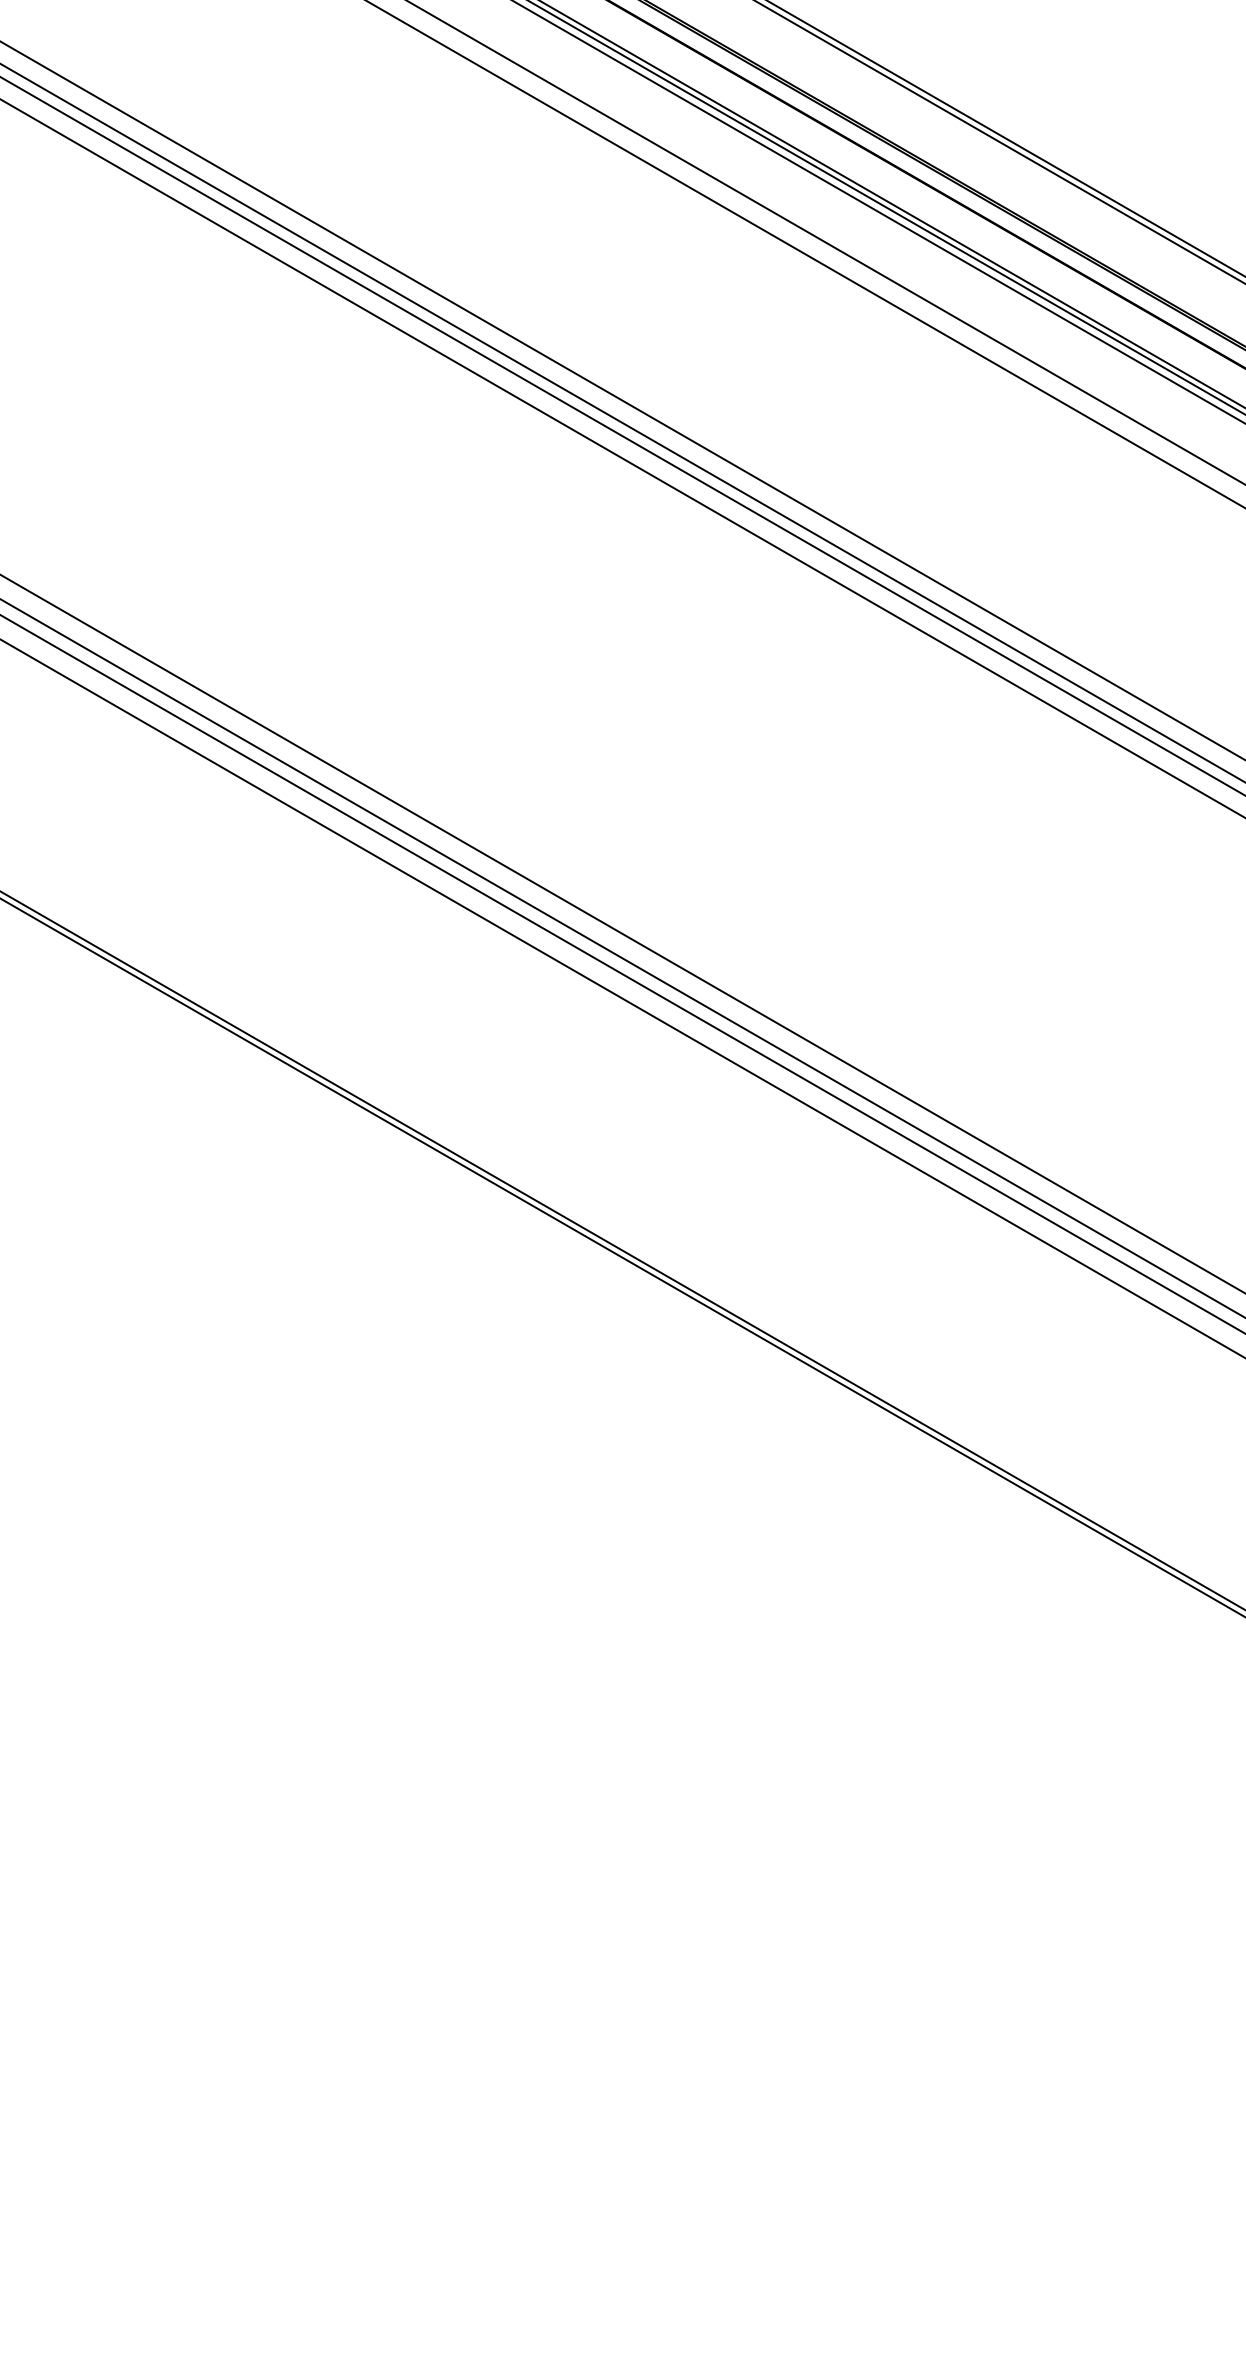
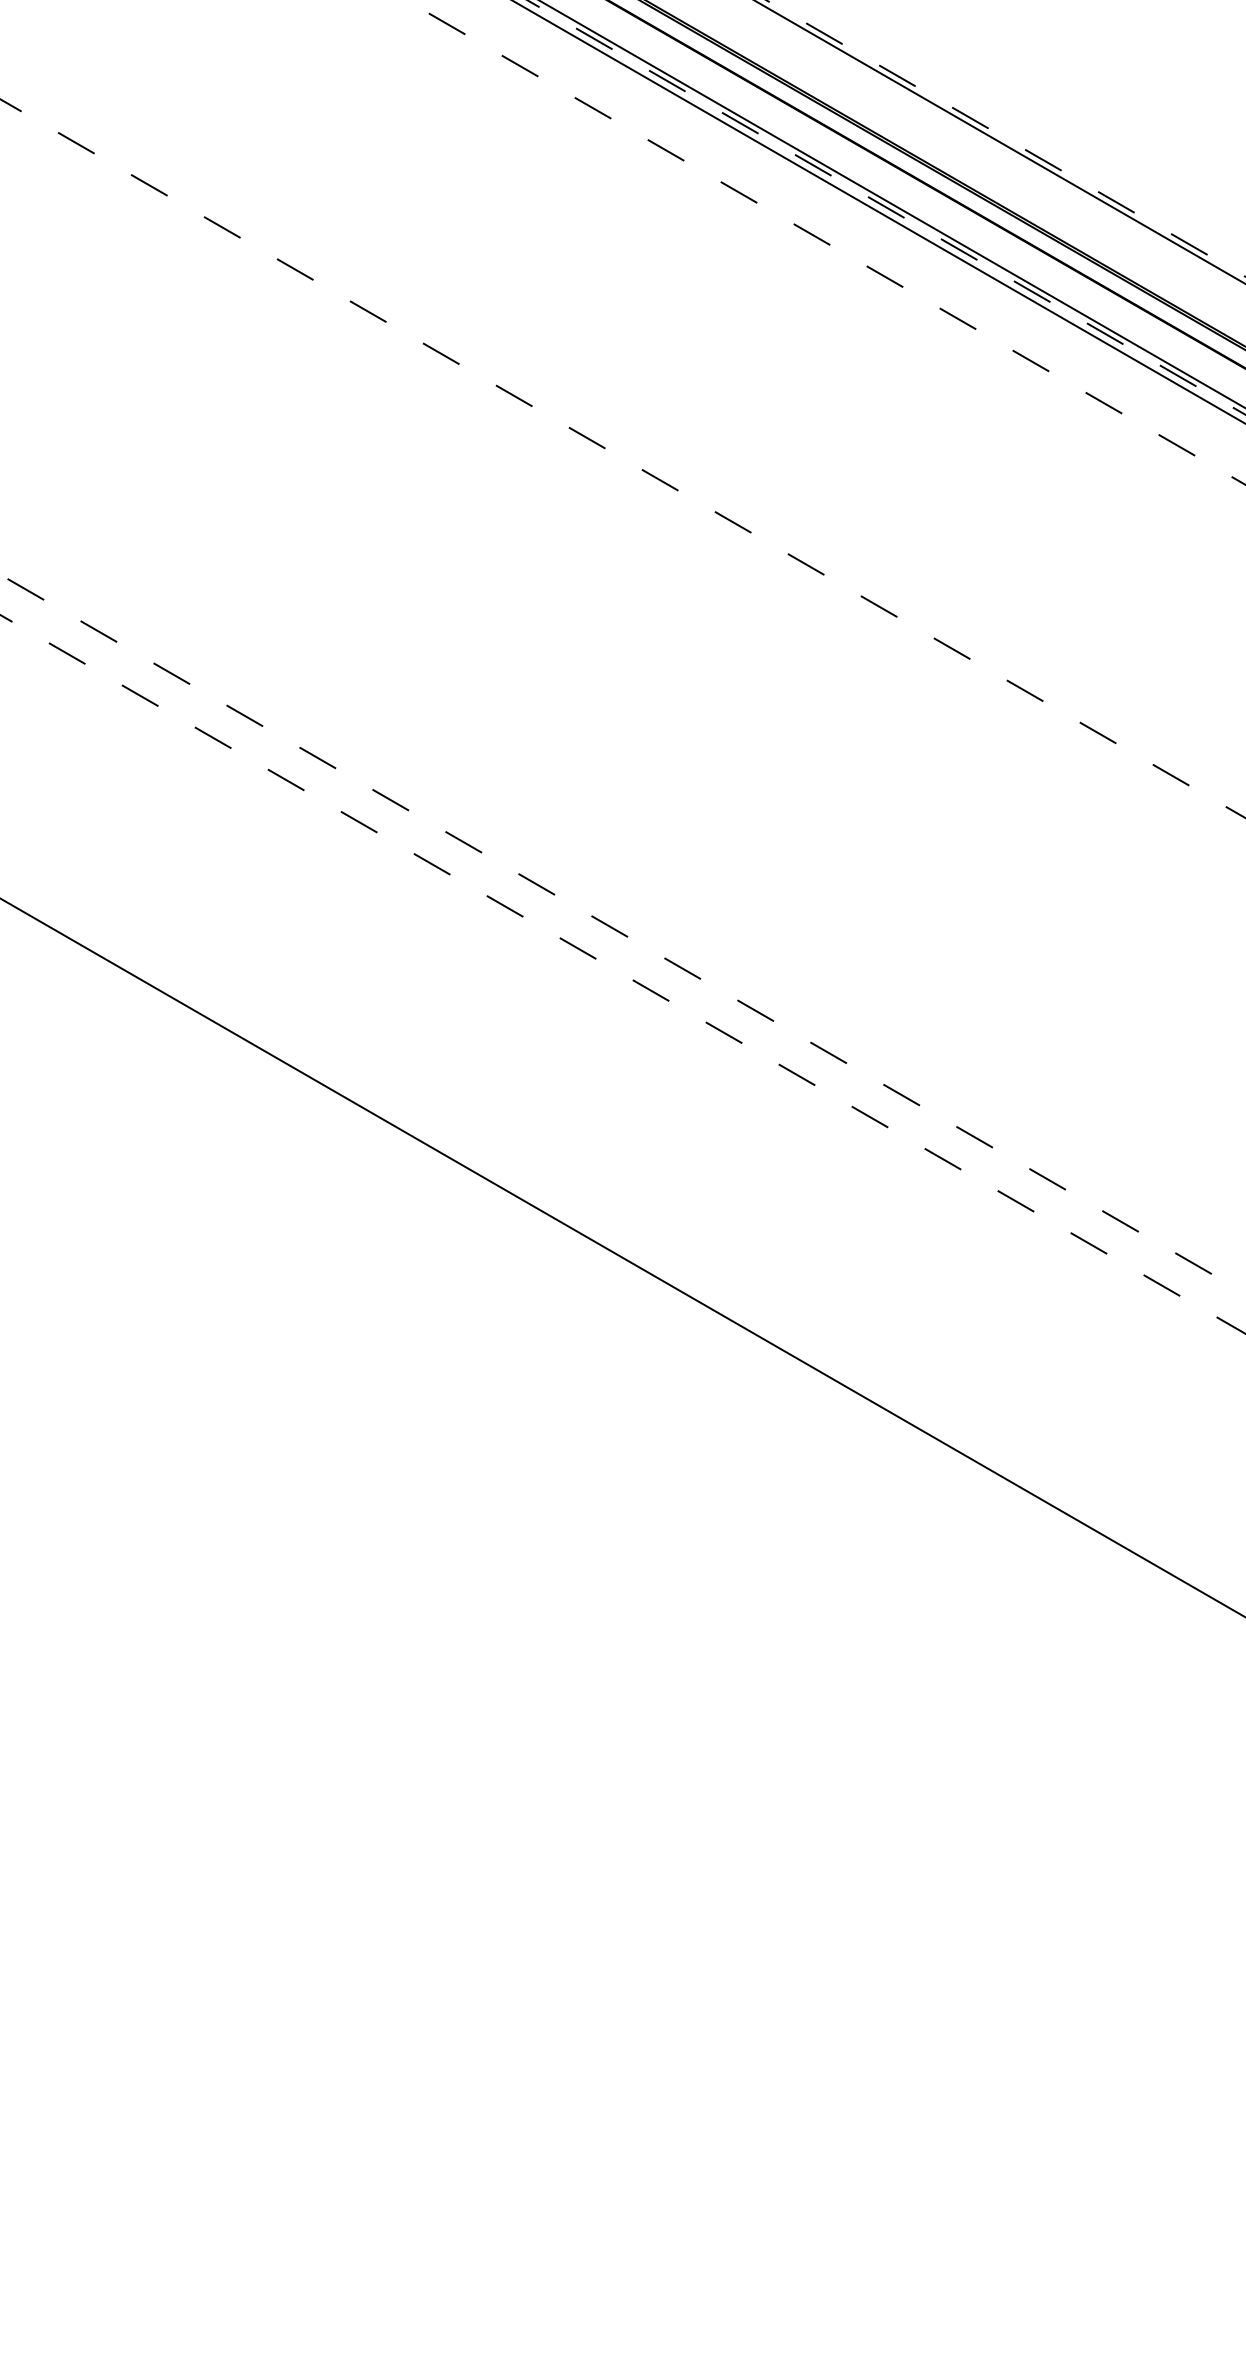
line at (1005, 138): solid -> dashed
line at (886, 207): solid -> dashed
line at (825, 242): solid -> dashed
line at (805, 254): present -> none
line at (622, 400): present -> none
line at (622, 422): present -> none
line at (622, 436): present -> none
line at (622, 458): solid -> dashed
line at (622, 934): solid -> dashed
line at (622, 958): present -> none
line at (622, 974): solid -> dashed
line at (622, 998): present -> none
line at (622, 1250): present -> none
